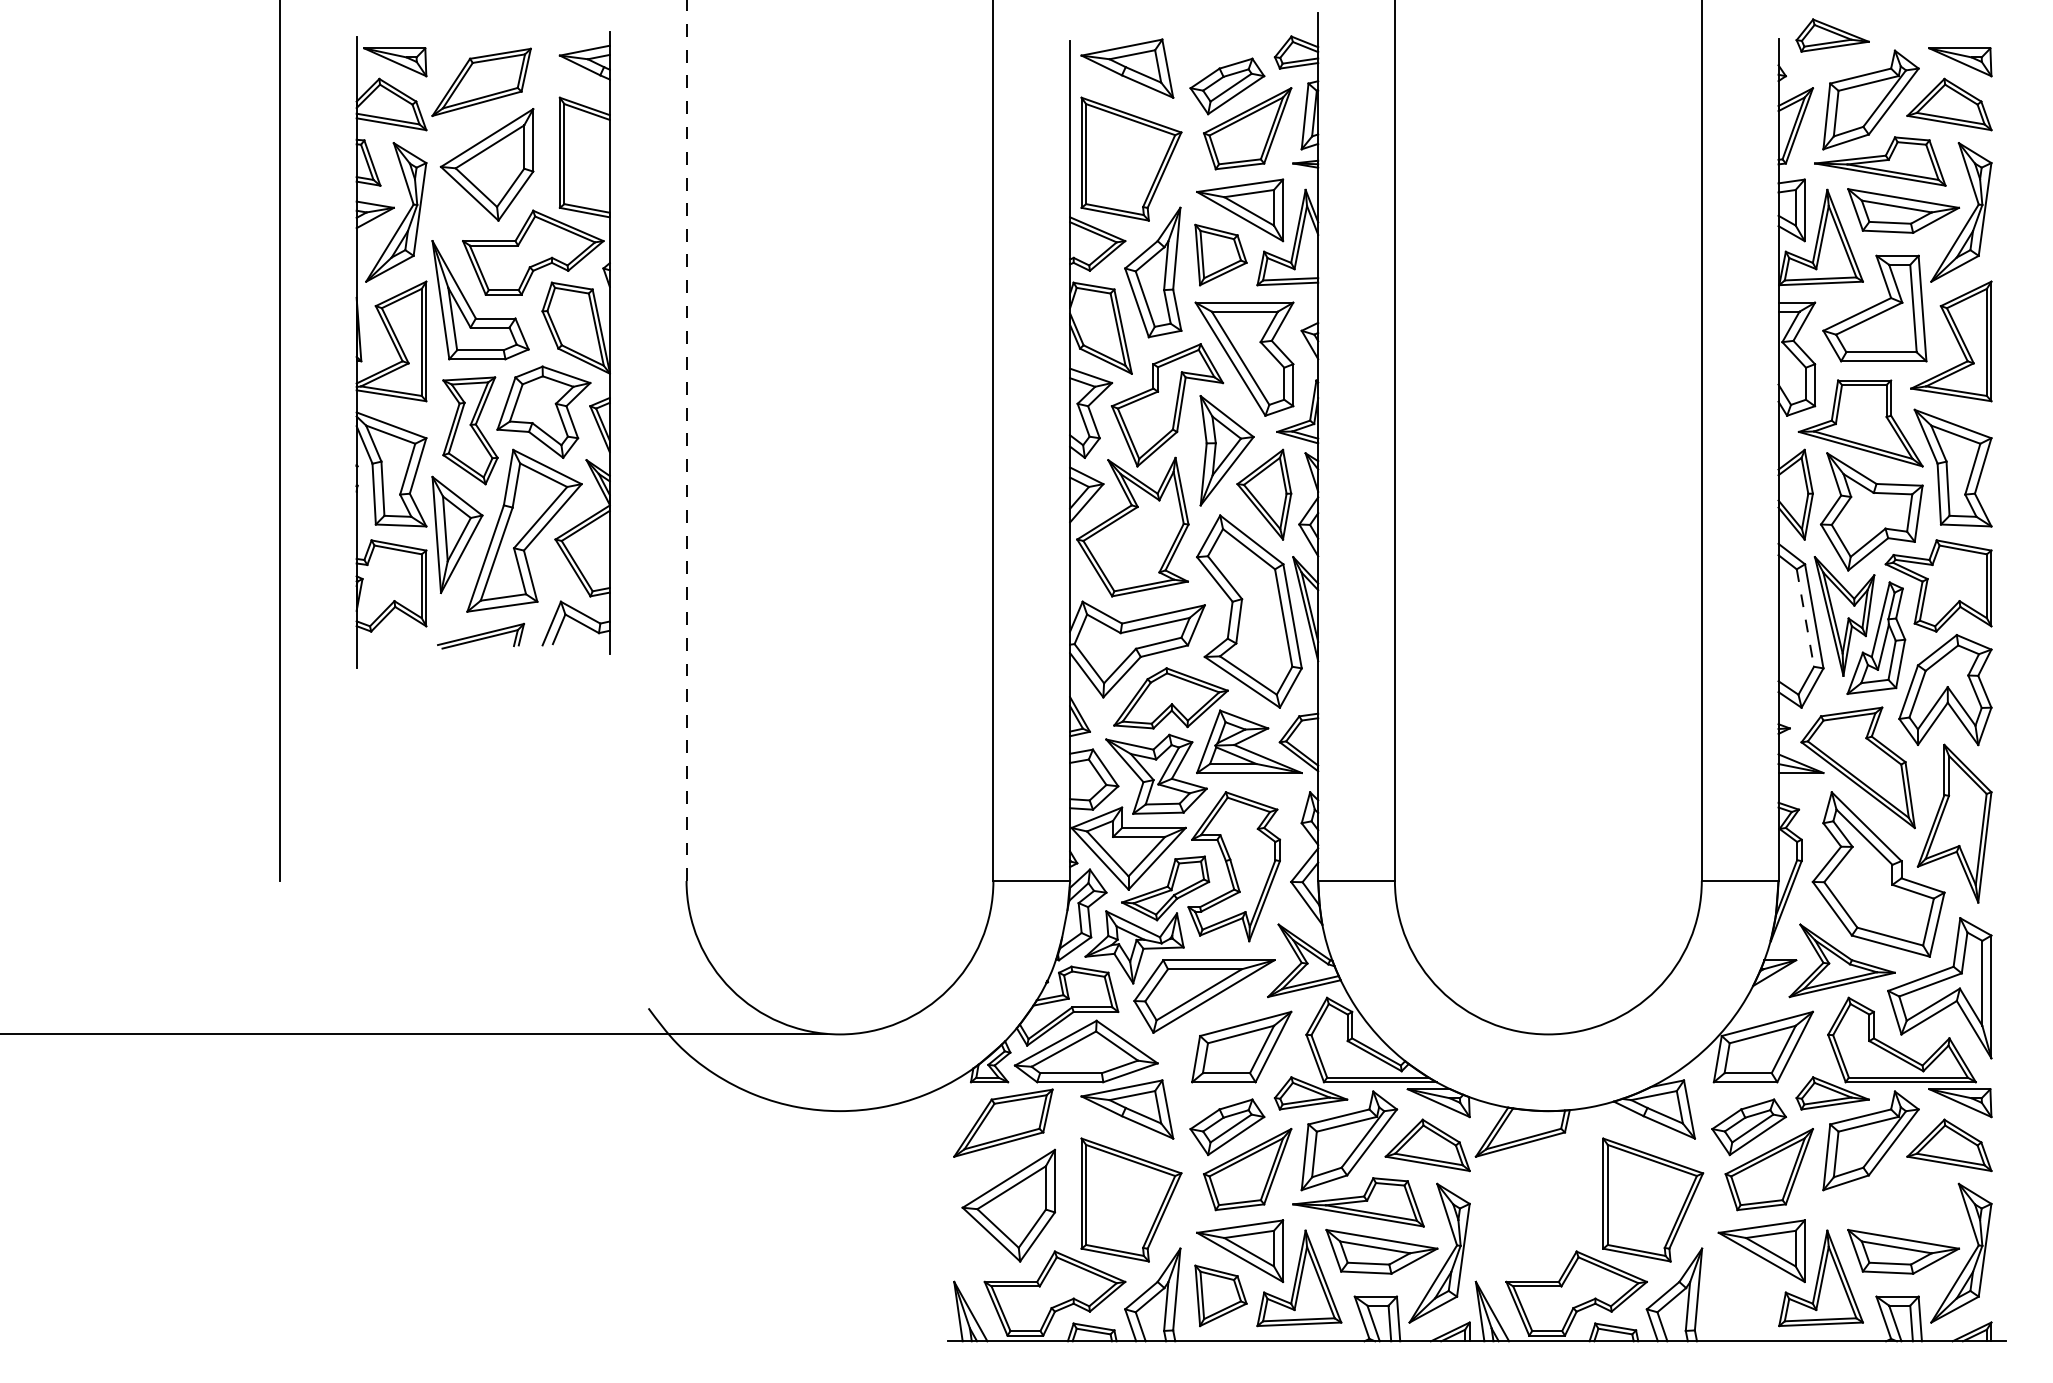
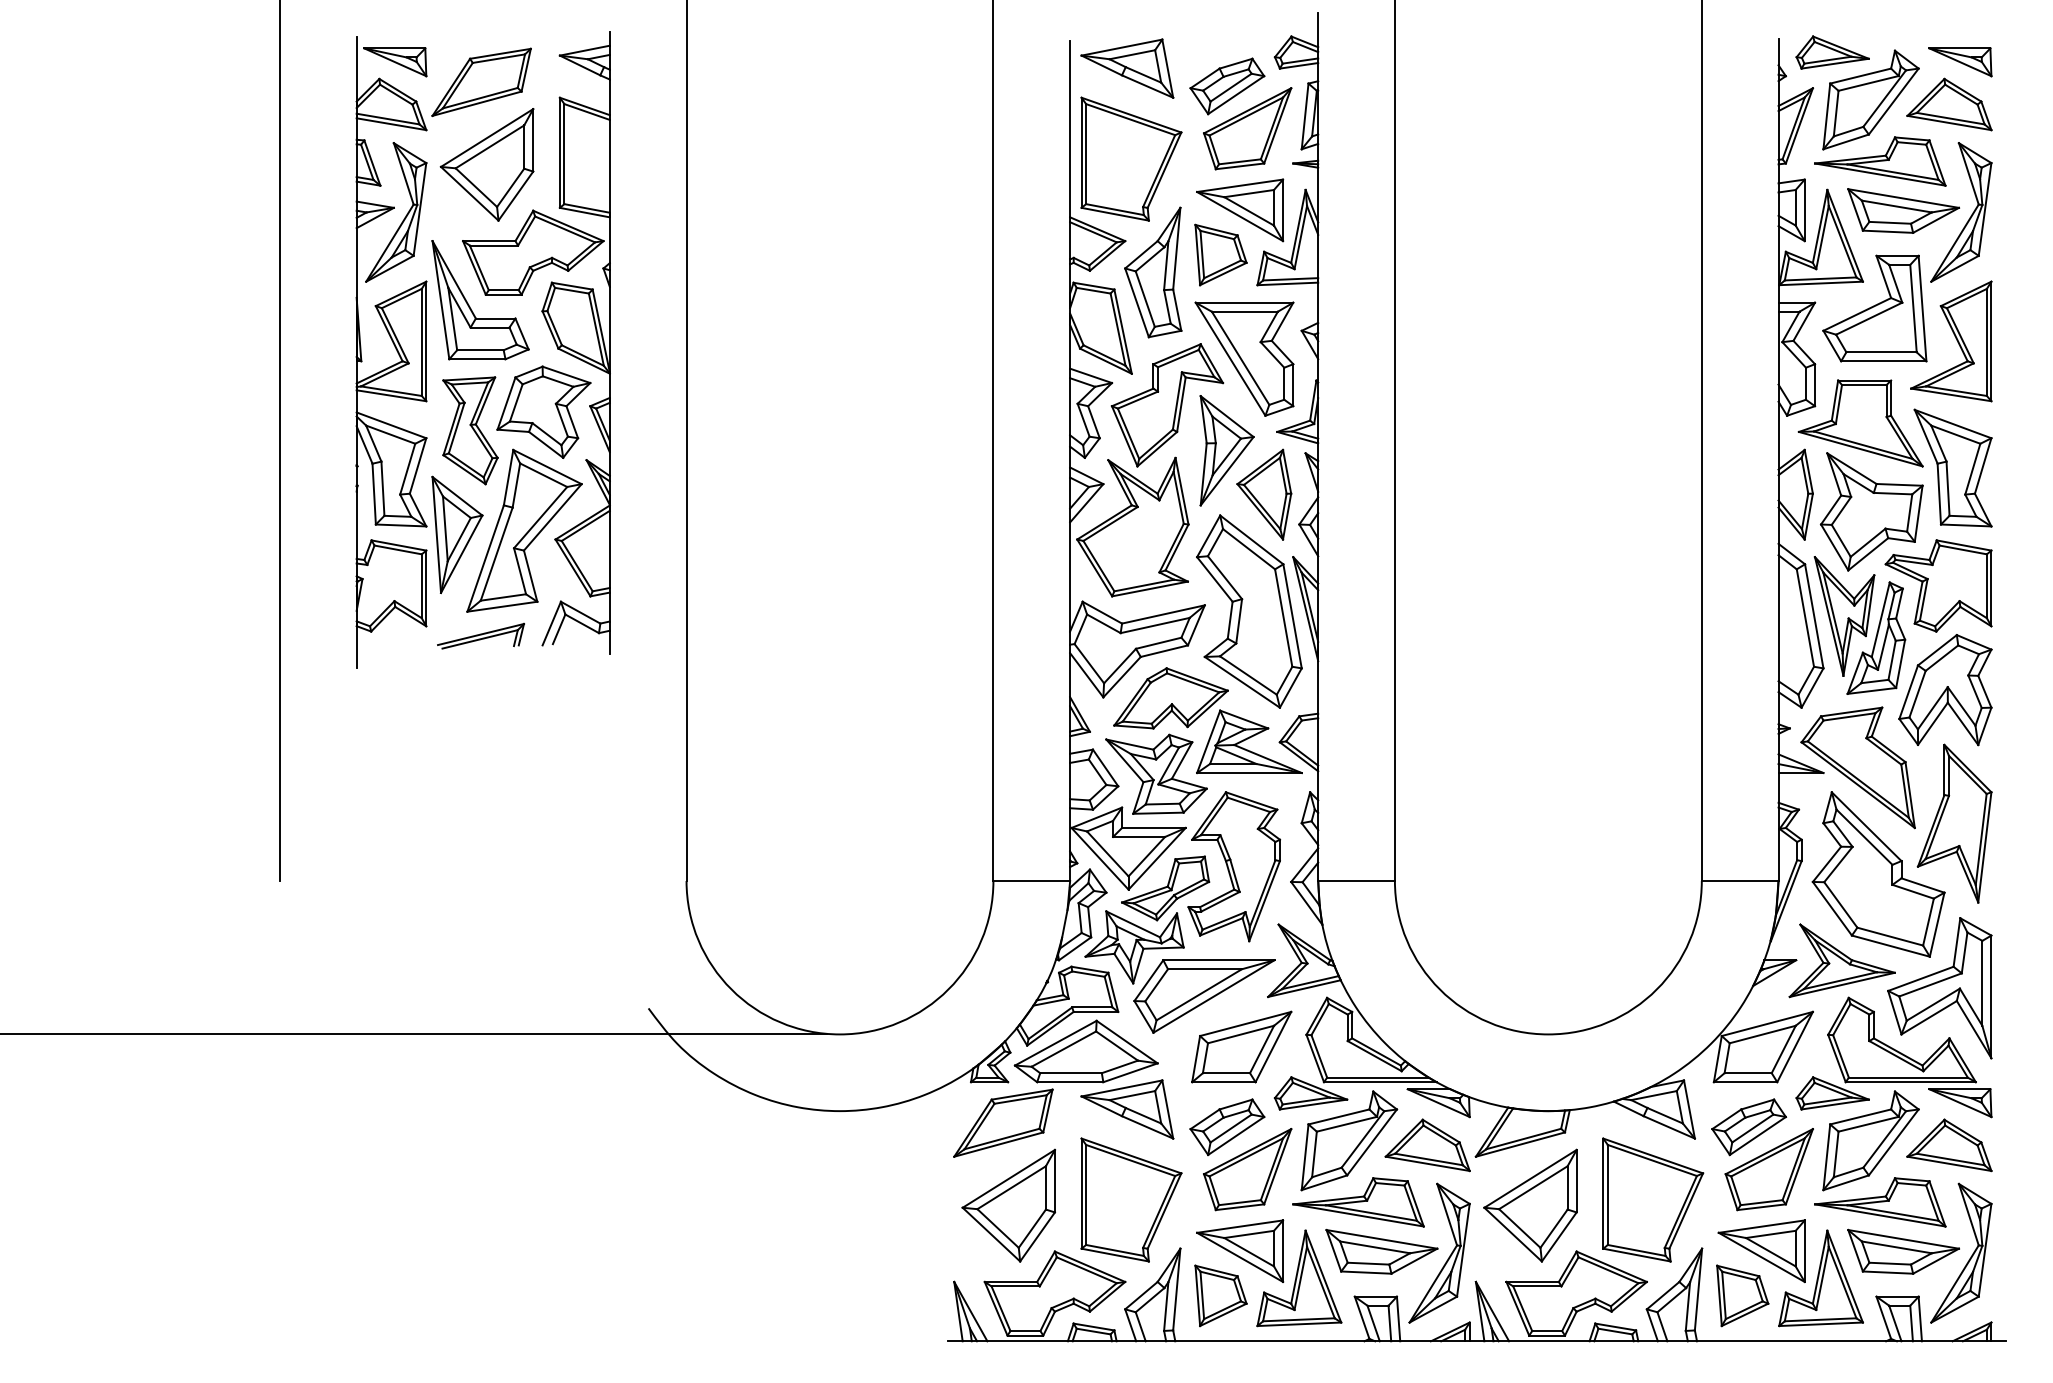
part at (1832, 35) position: (1832, 35) -> (1832, 52)
line at (686, 440): dashed -> solid
line at (1805, 618): dashed -> solid
part at (1880, 1202): none -> present
part at (1530, 1205): none -> present
part at (1742, 1295): none -> present
